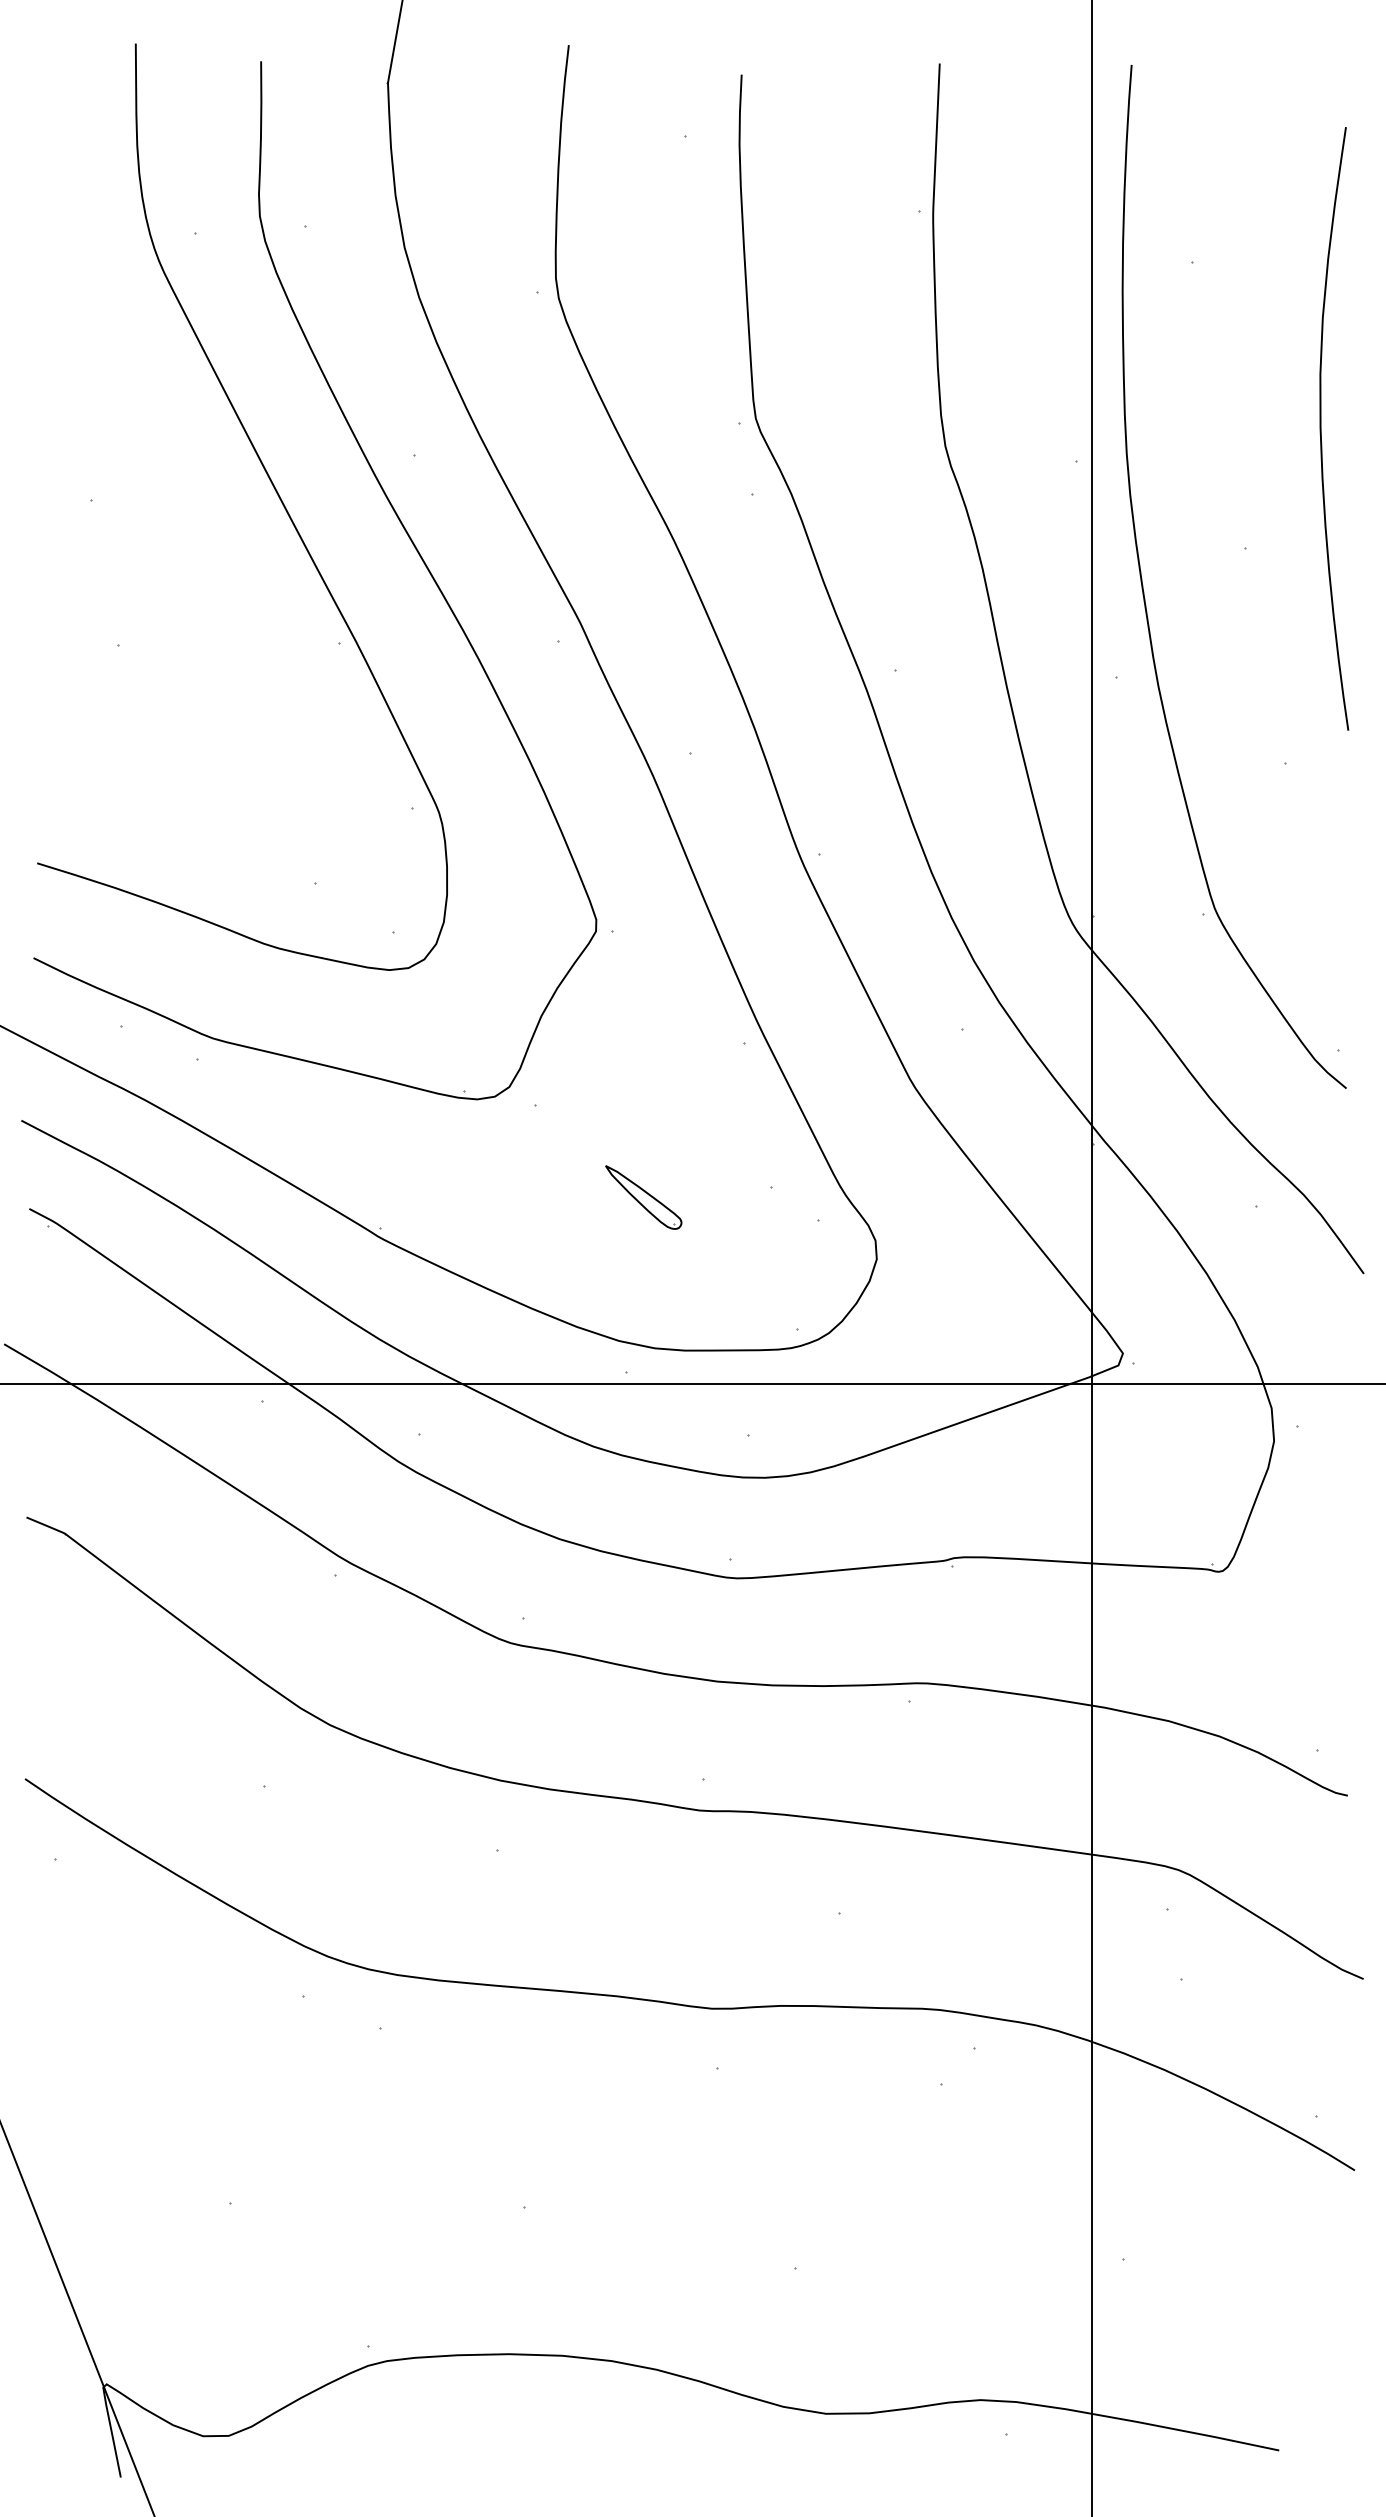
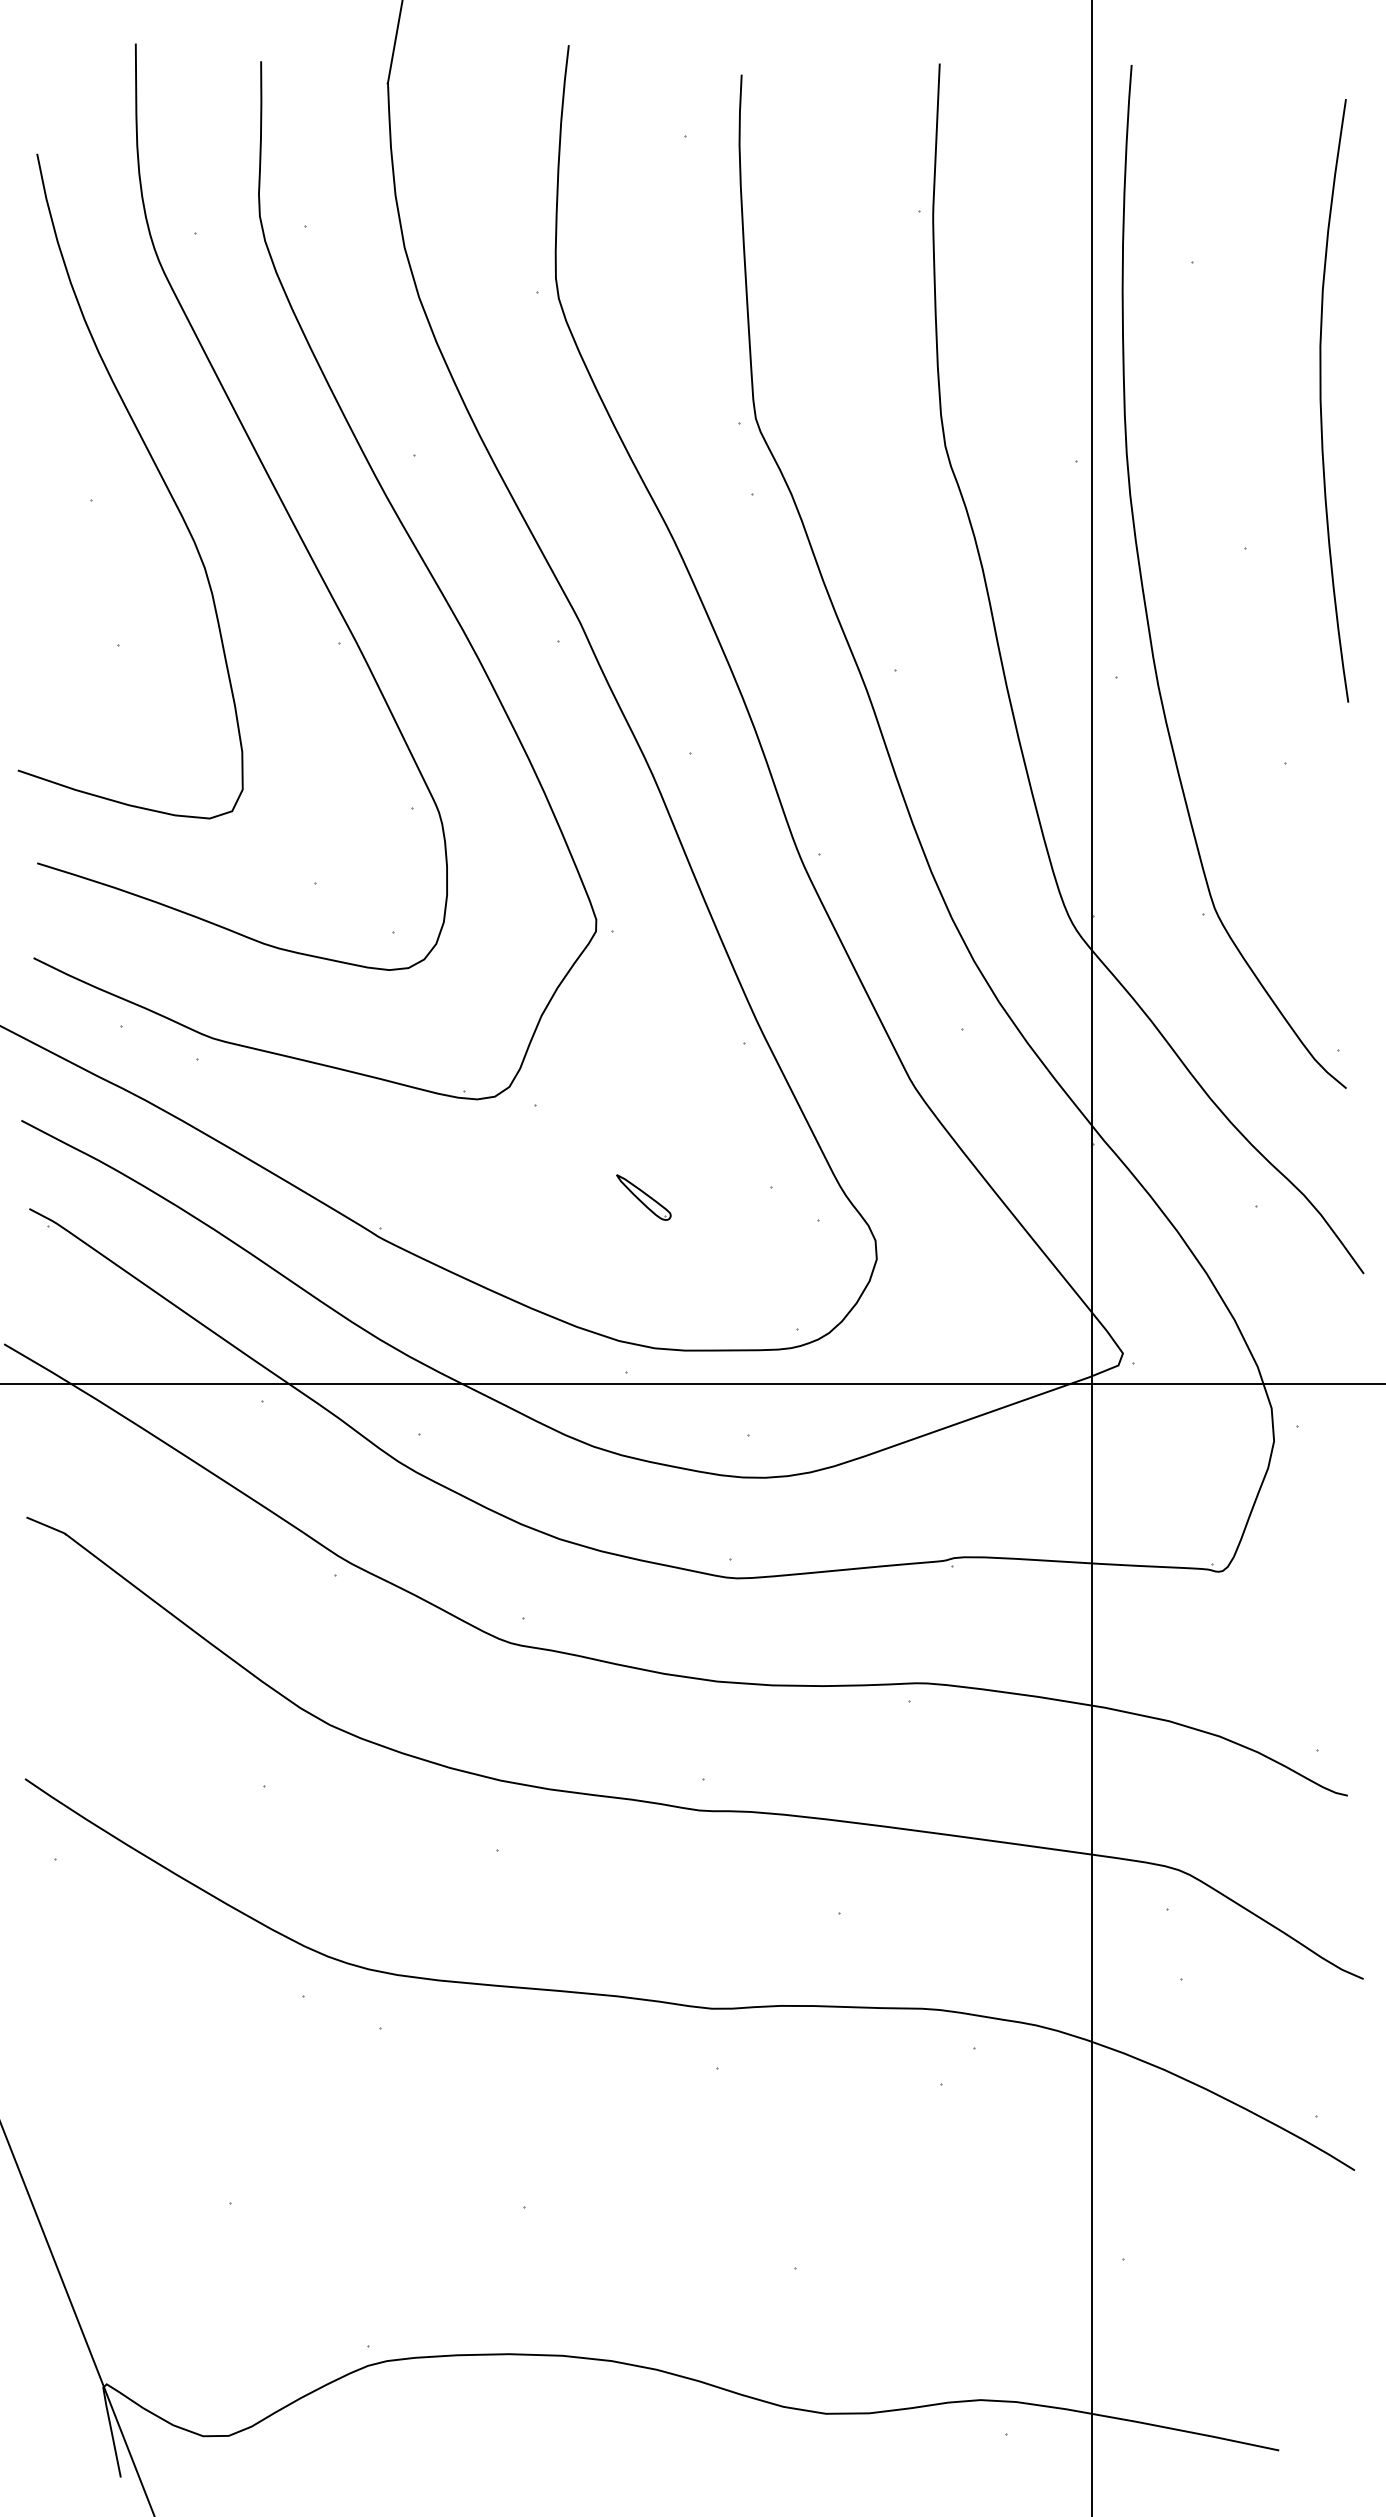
curve at (1321, 428) position: (1321, 428) -> (1321, 400)
curve at (158, 472): none -> present
part at (643, 1197) size: 78x65 px -> 56x47 px
